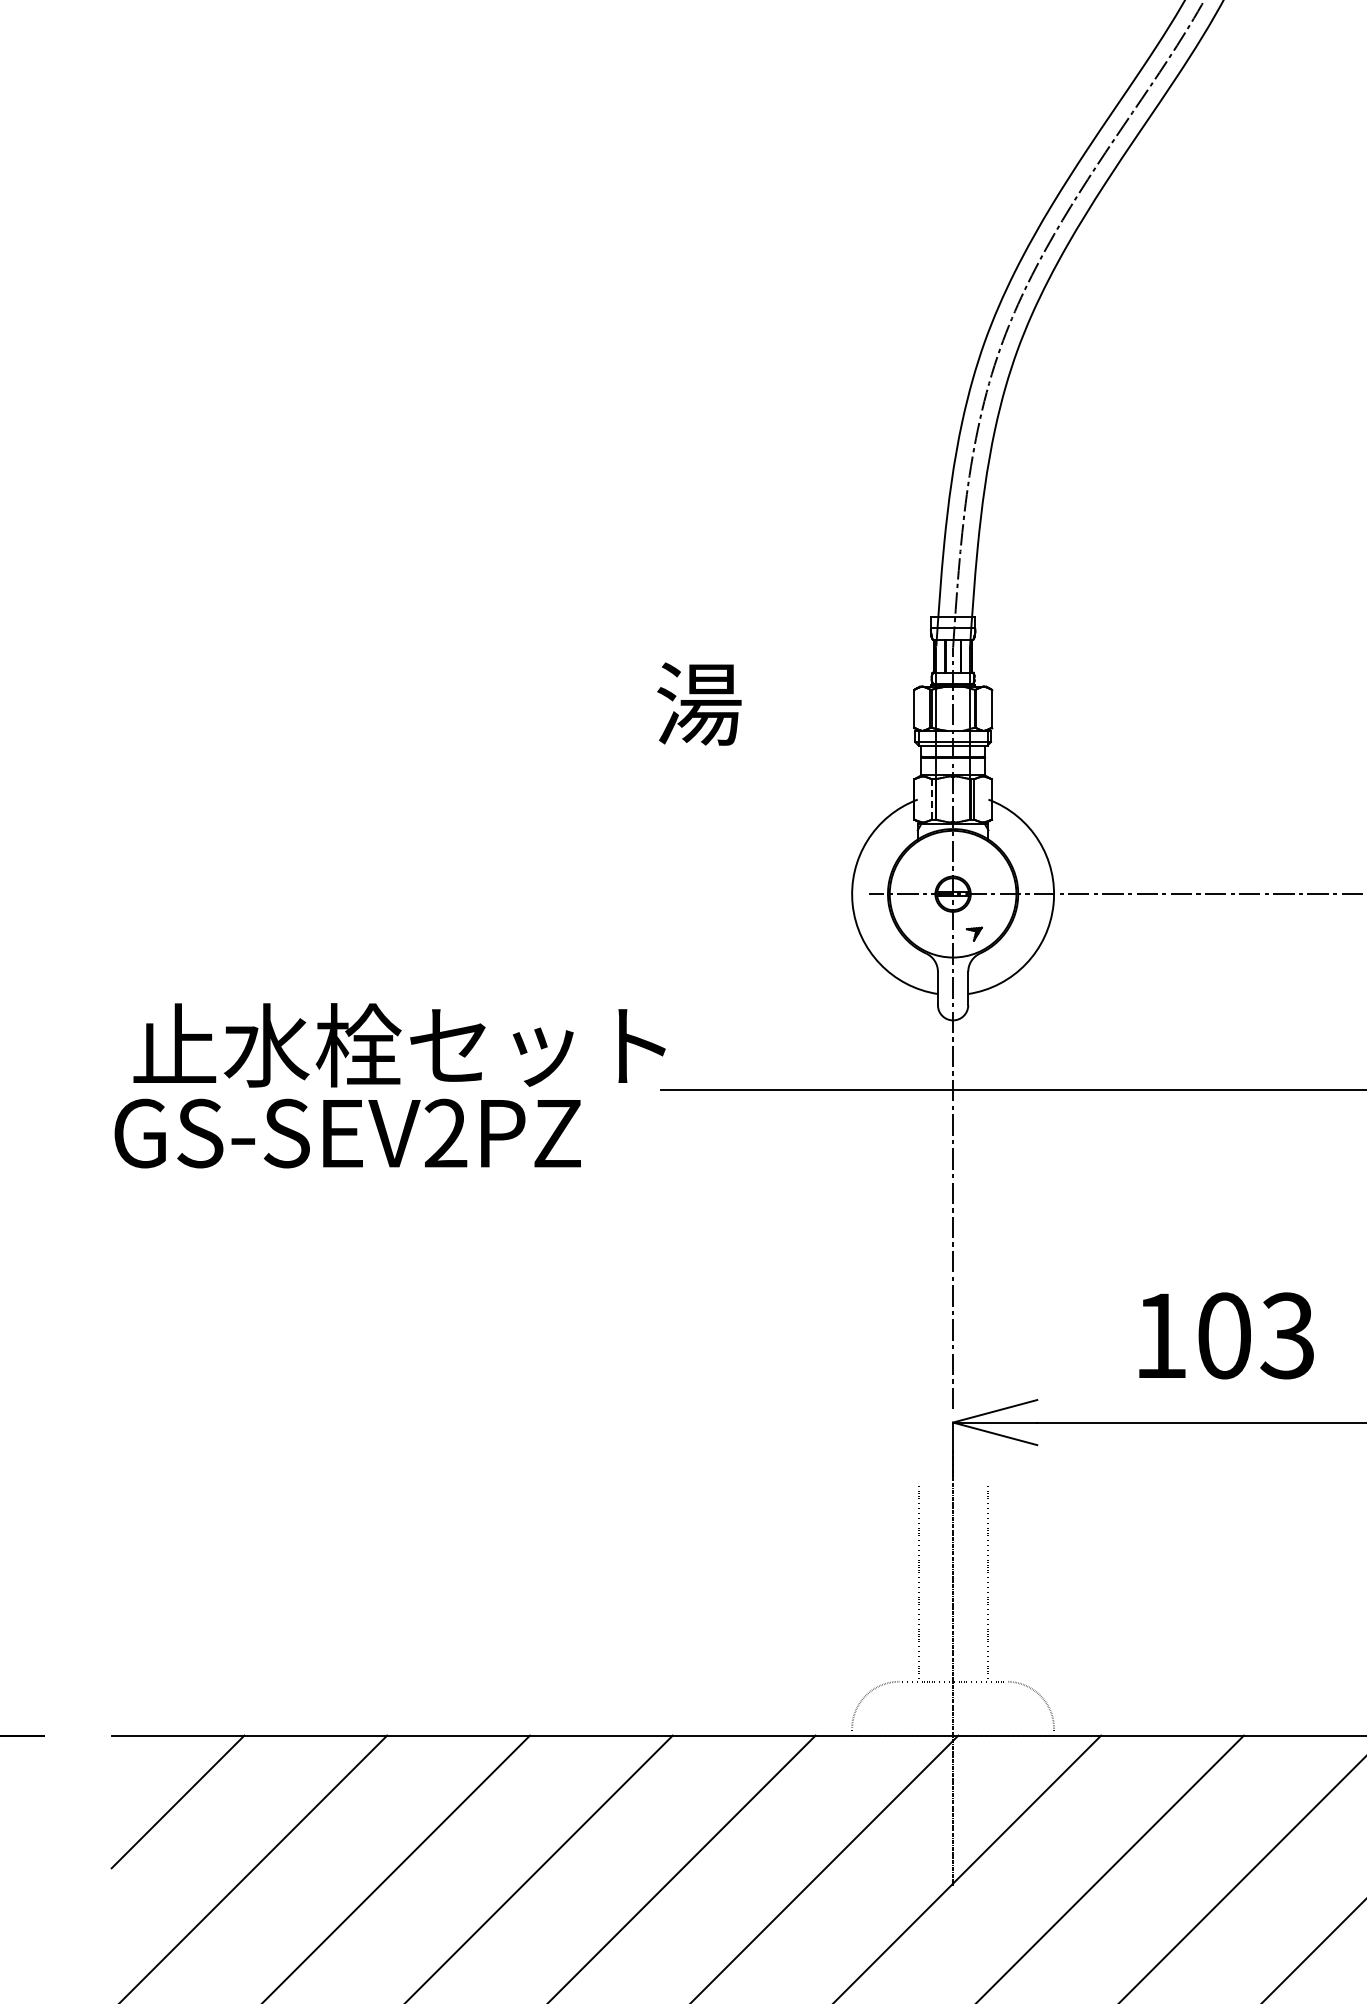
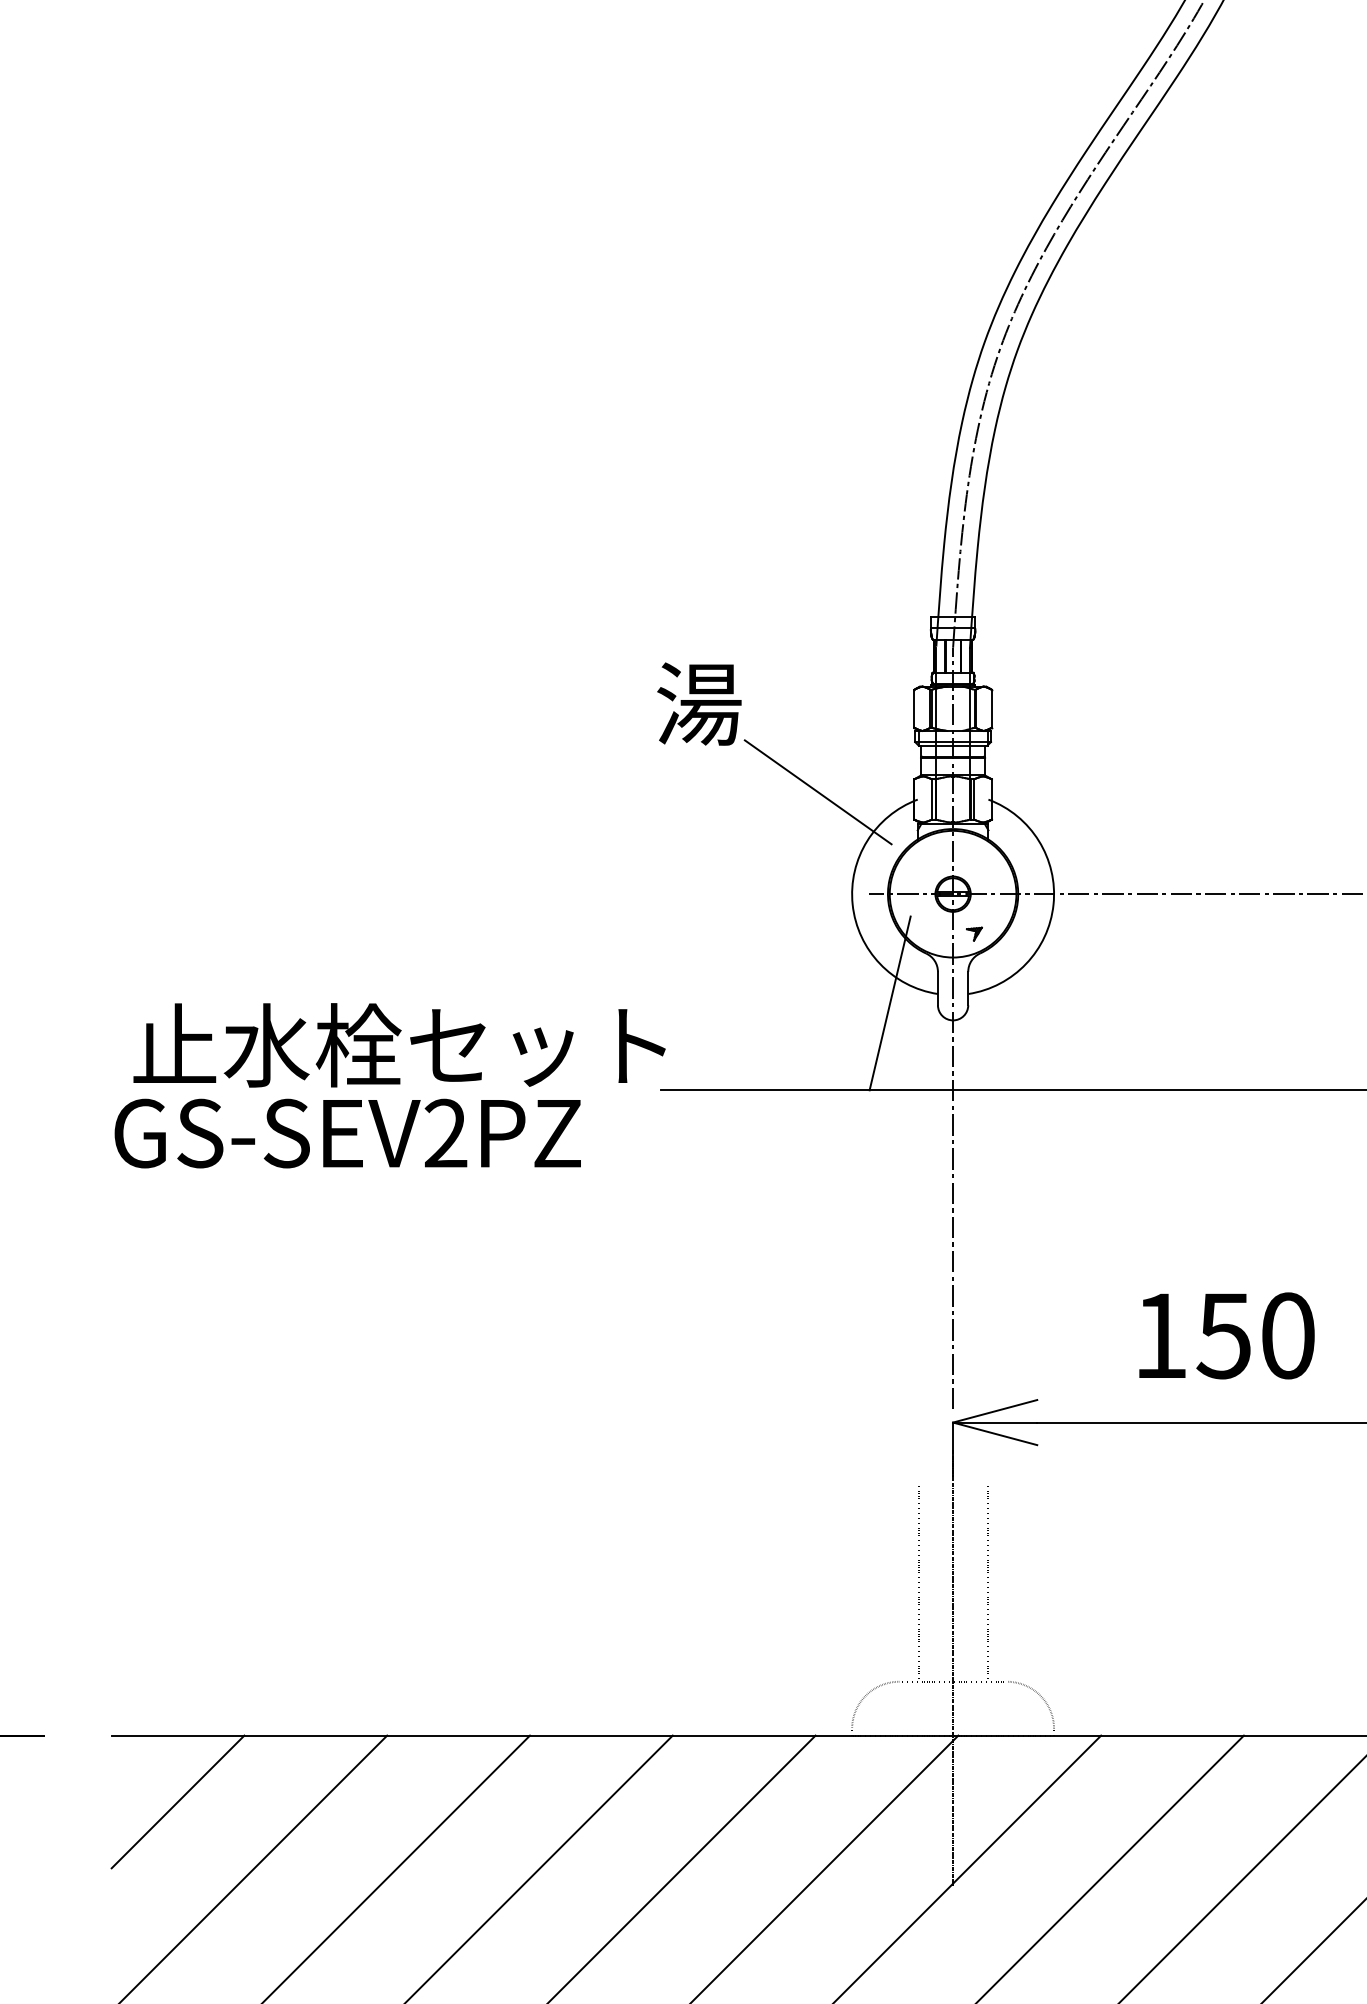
line at (817, 792): none -> present
line at (931, 799): dashed -> solid
line at (889, 1003): none -> present
text at (1255, 1335): 103 -> 150
